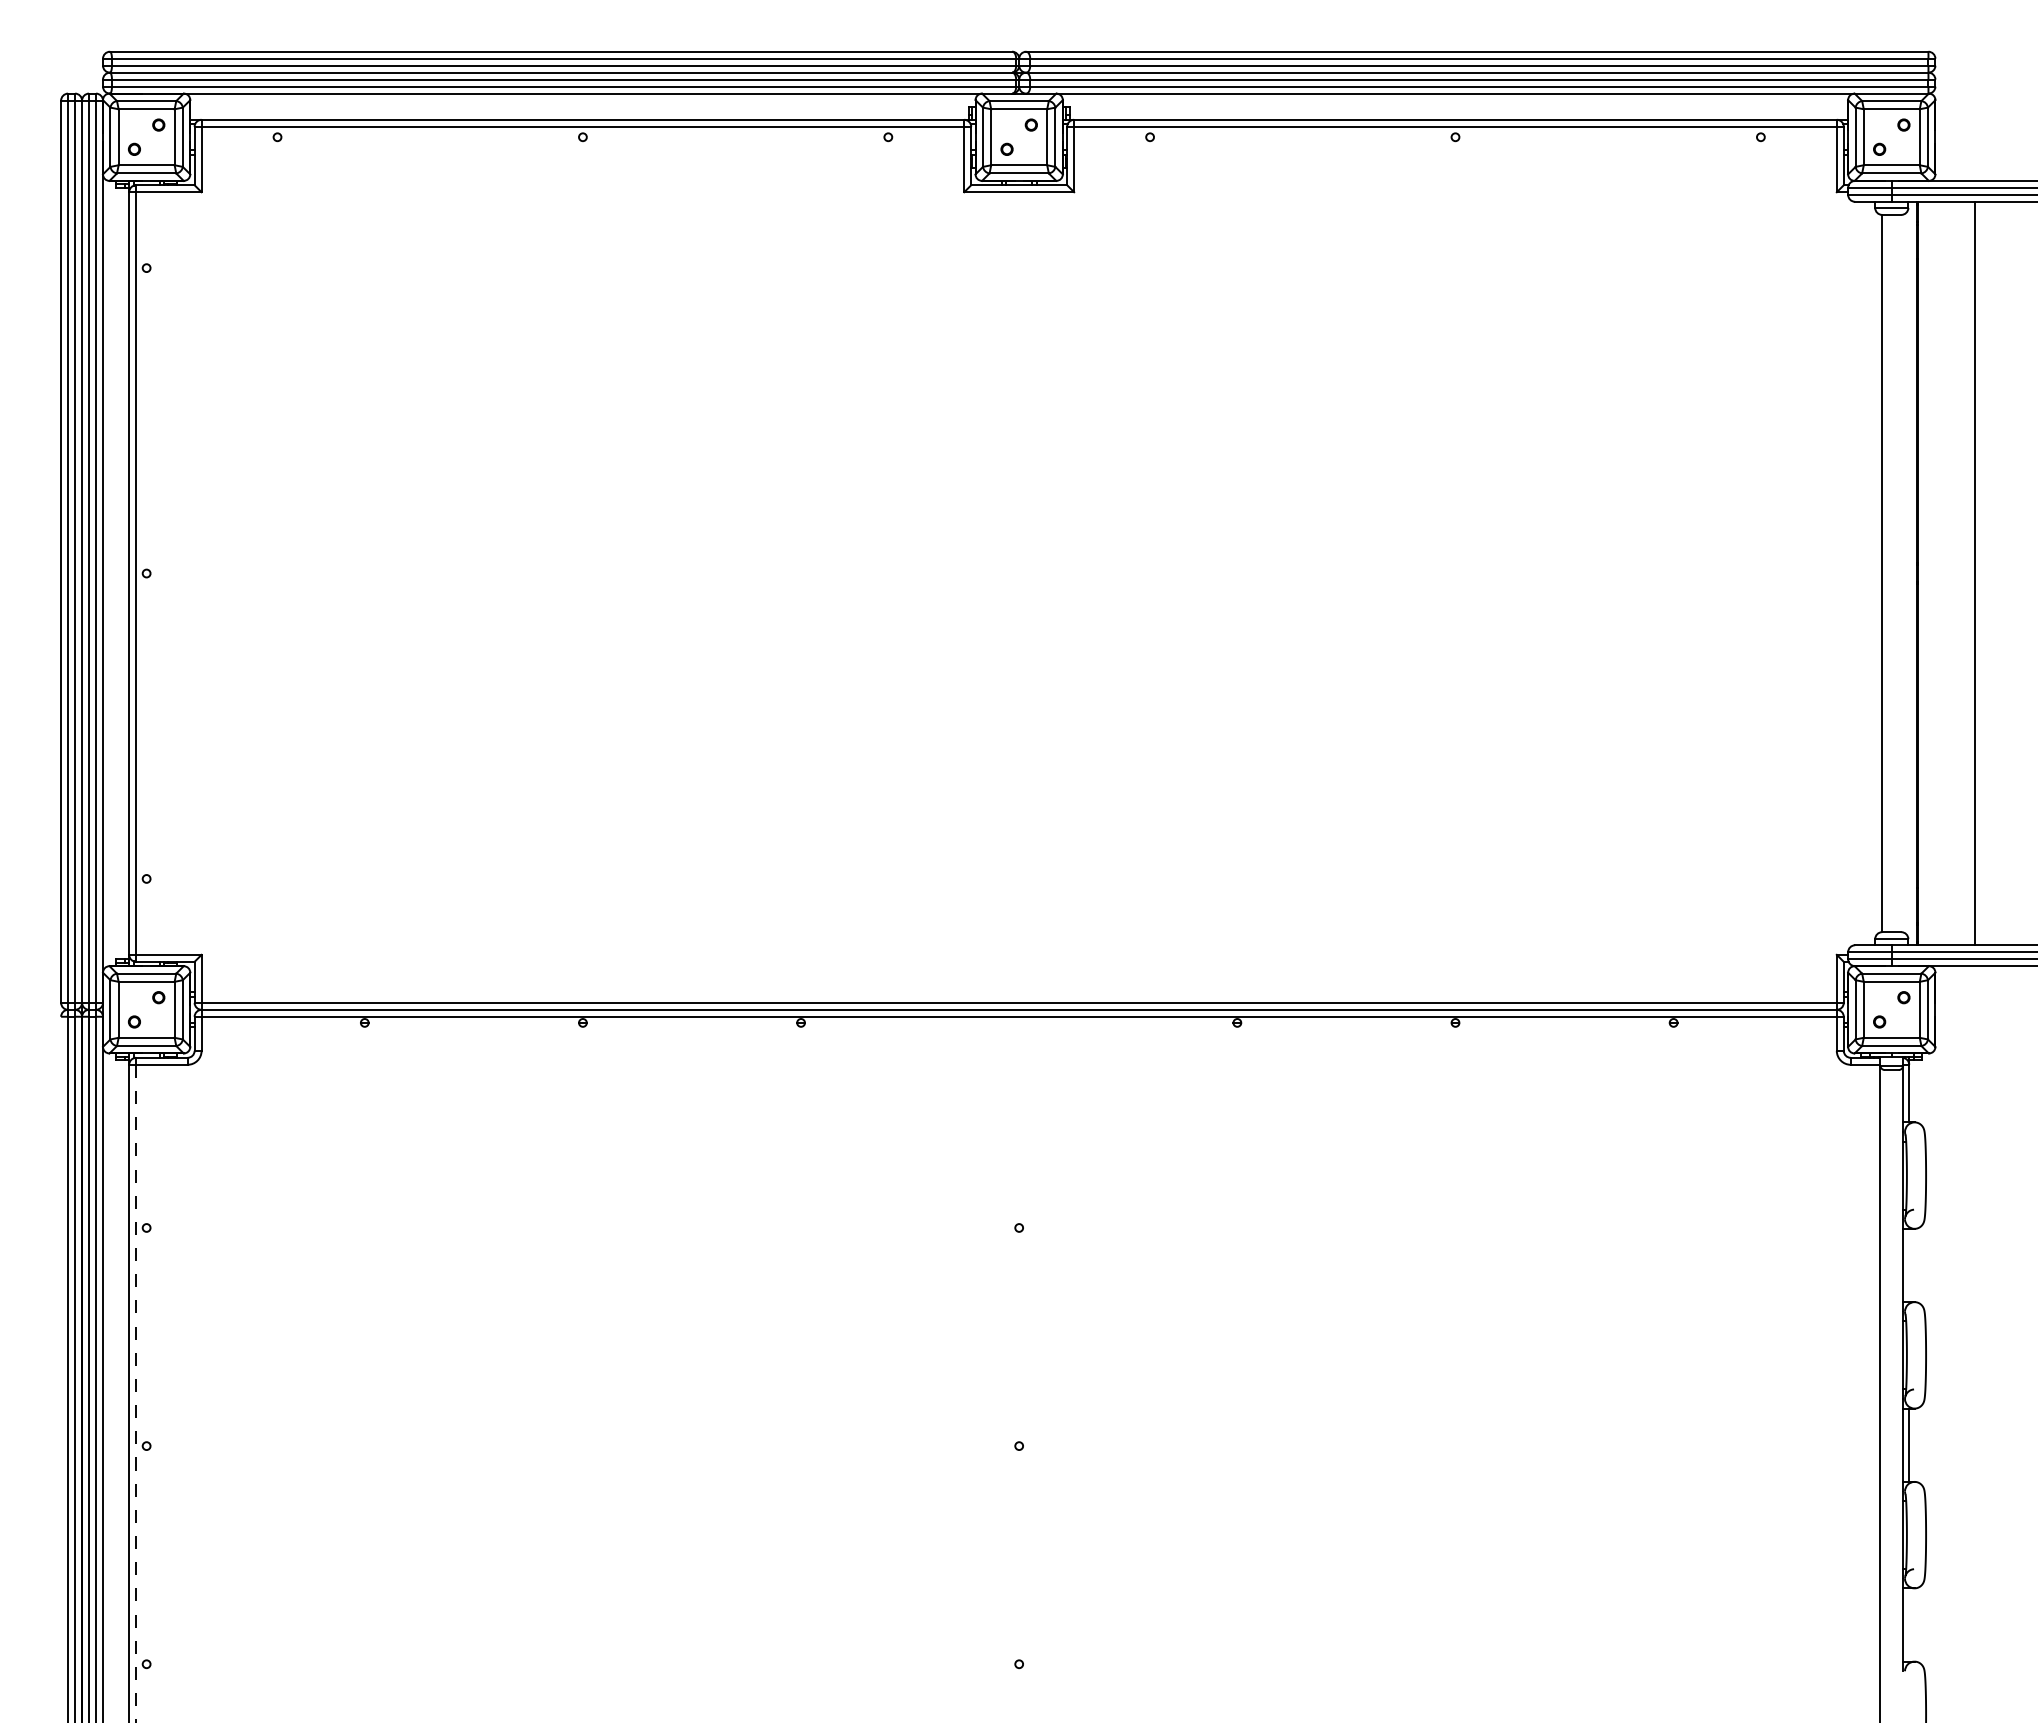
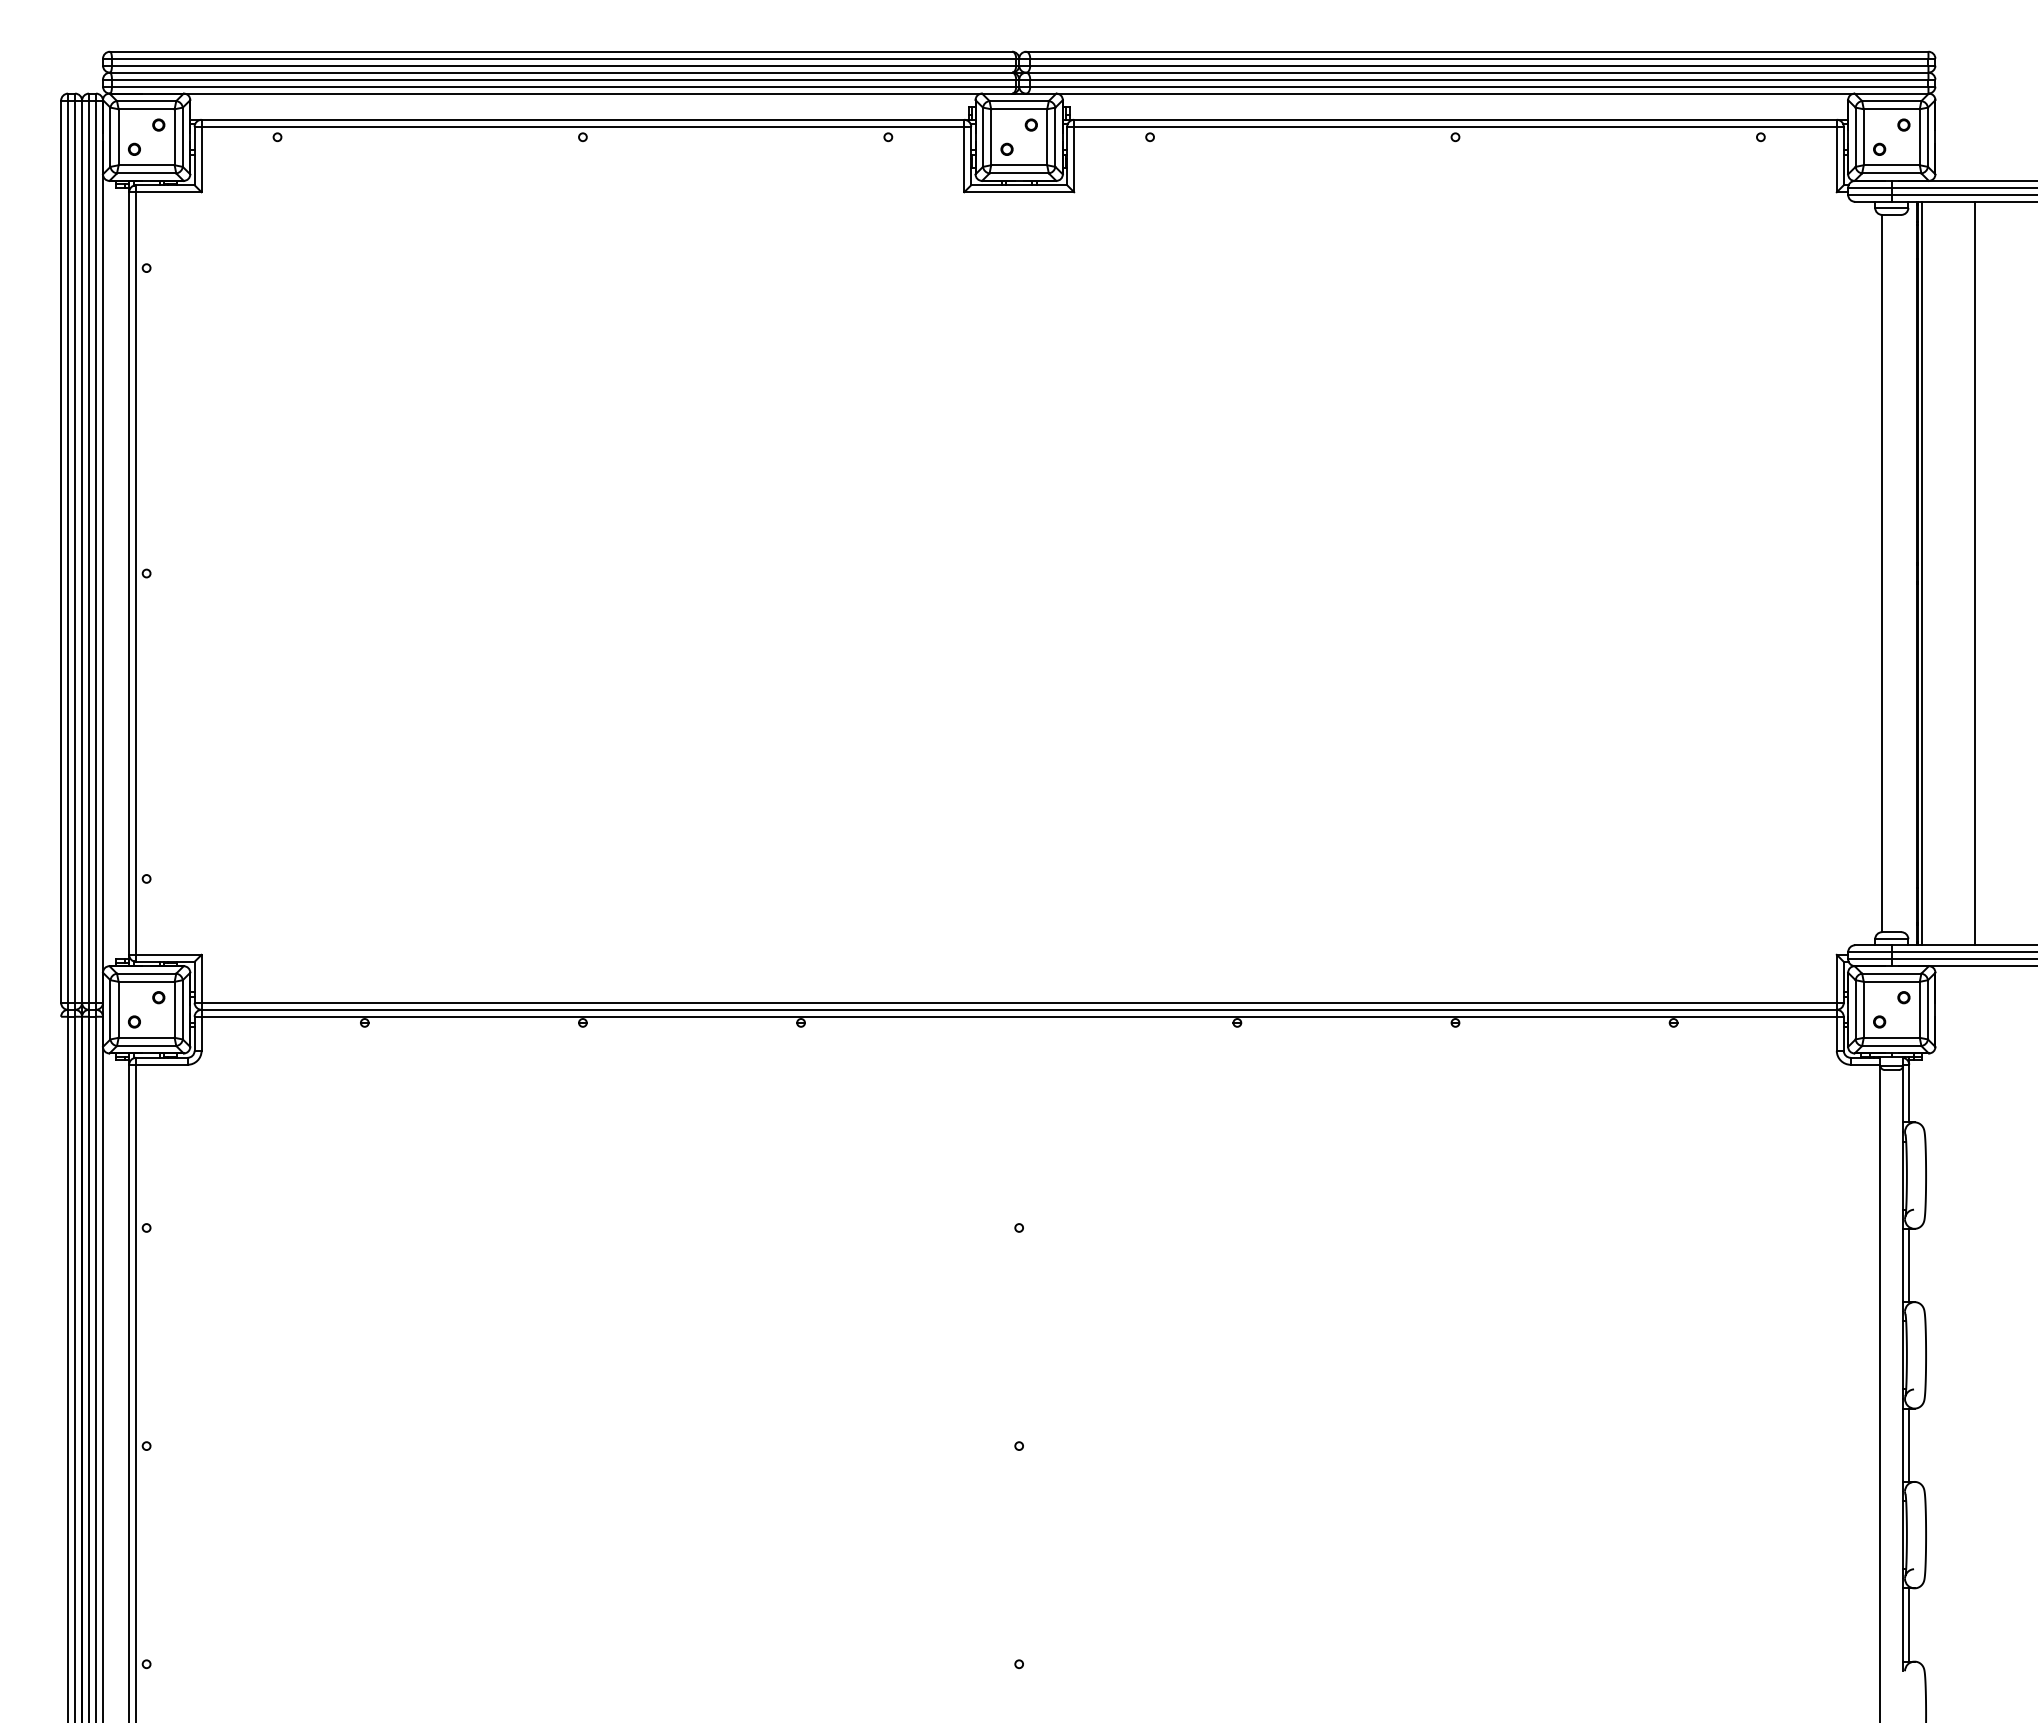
line at (1922, 573): none -> present
line at (1909, 1265): none -> present
line at (136, 1393): dashed -> solid
line at (1909, 1624): none -> present
